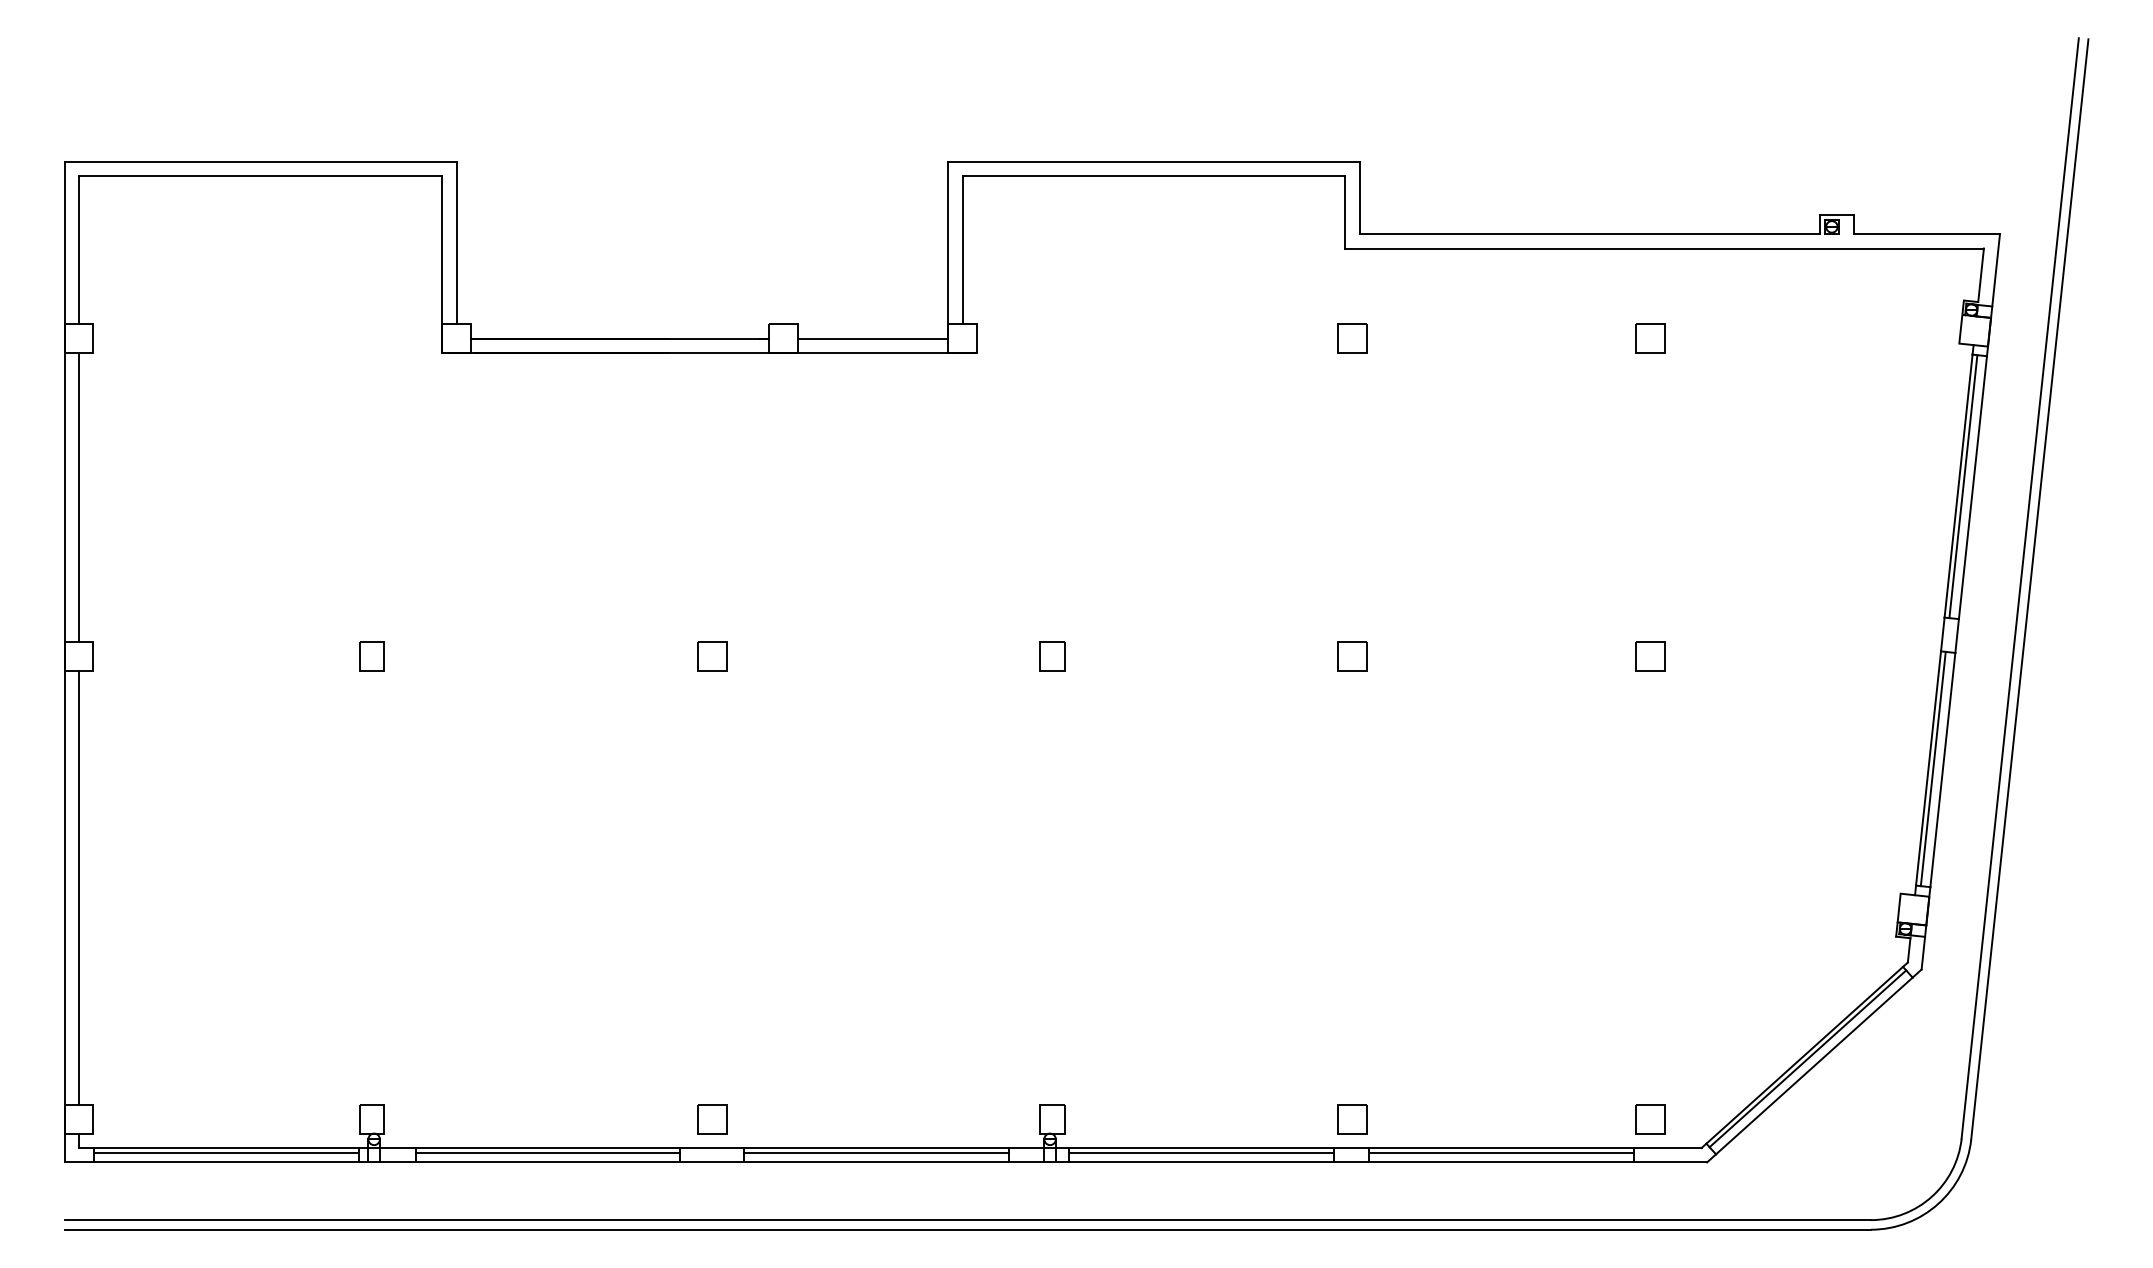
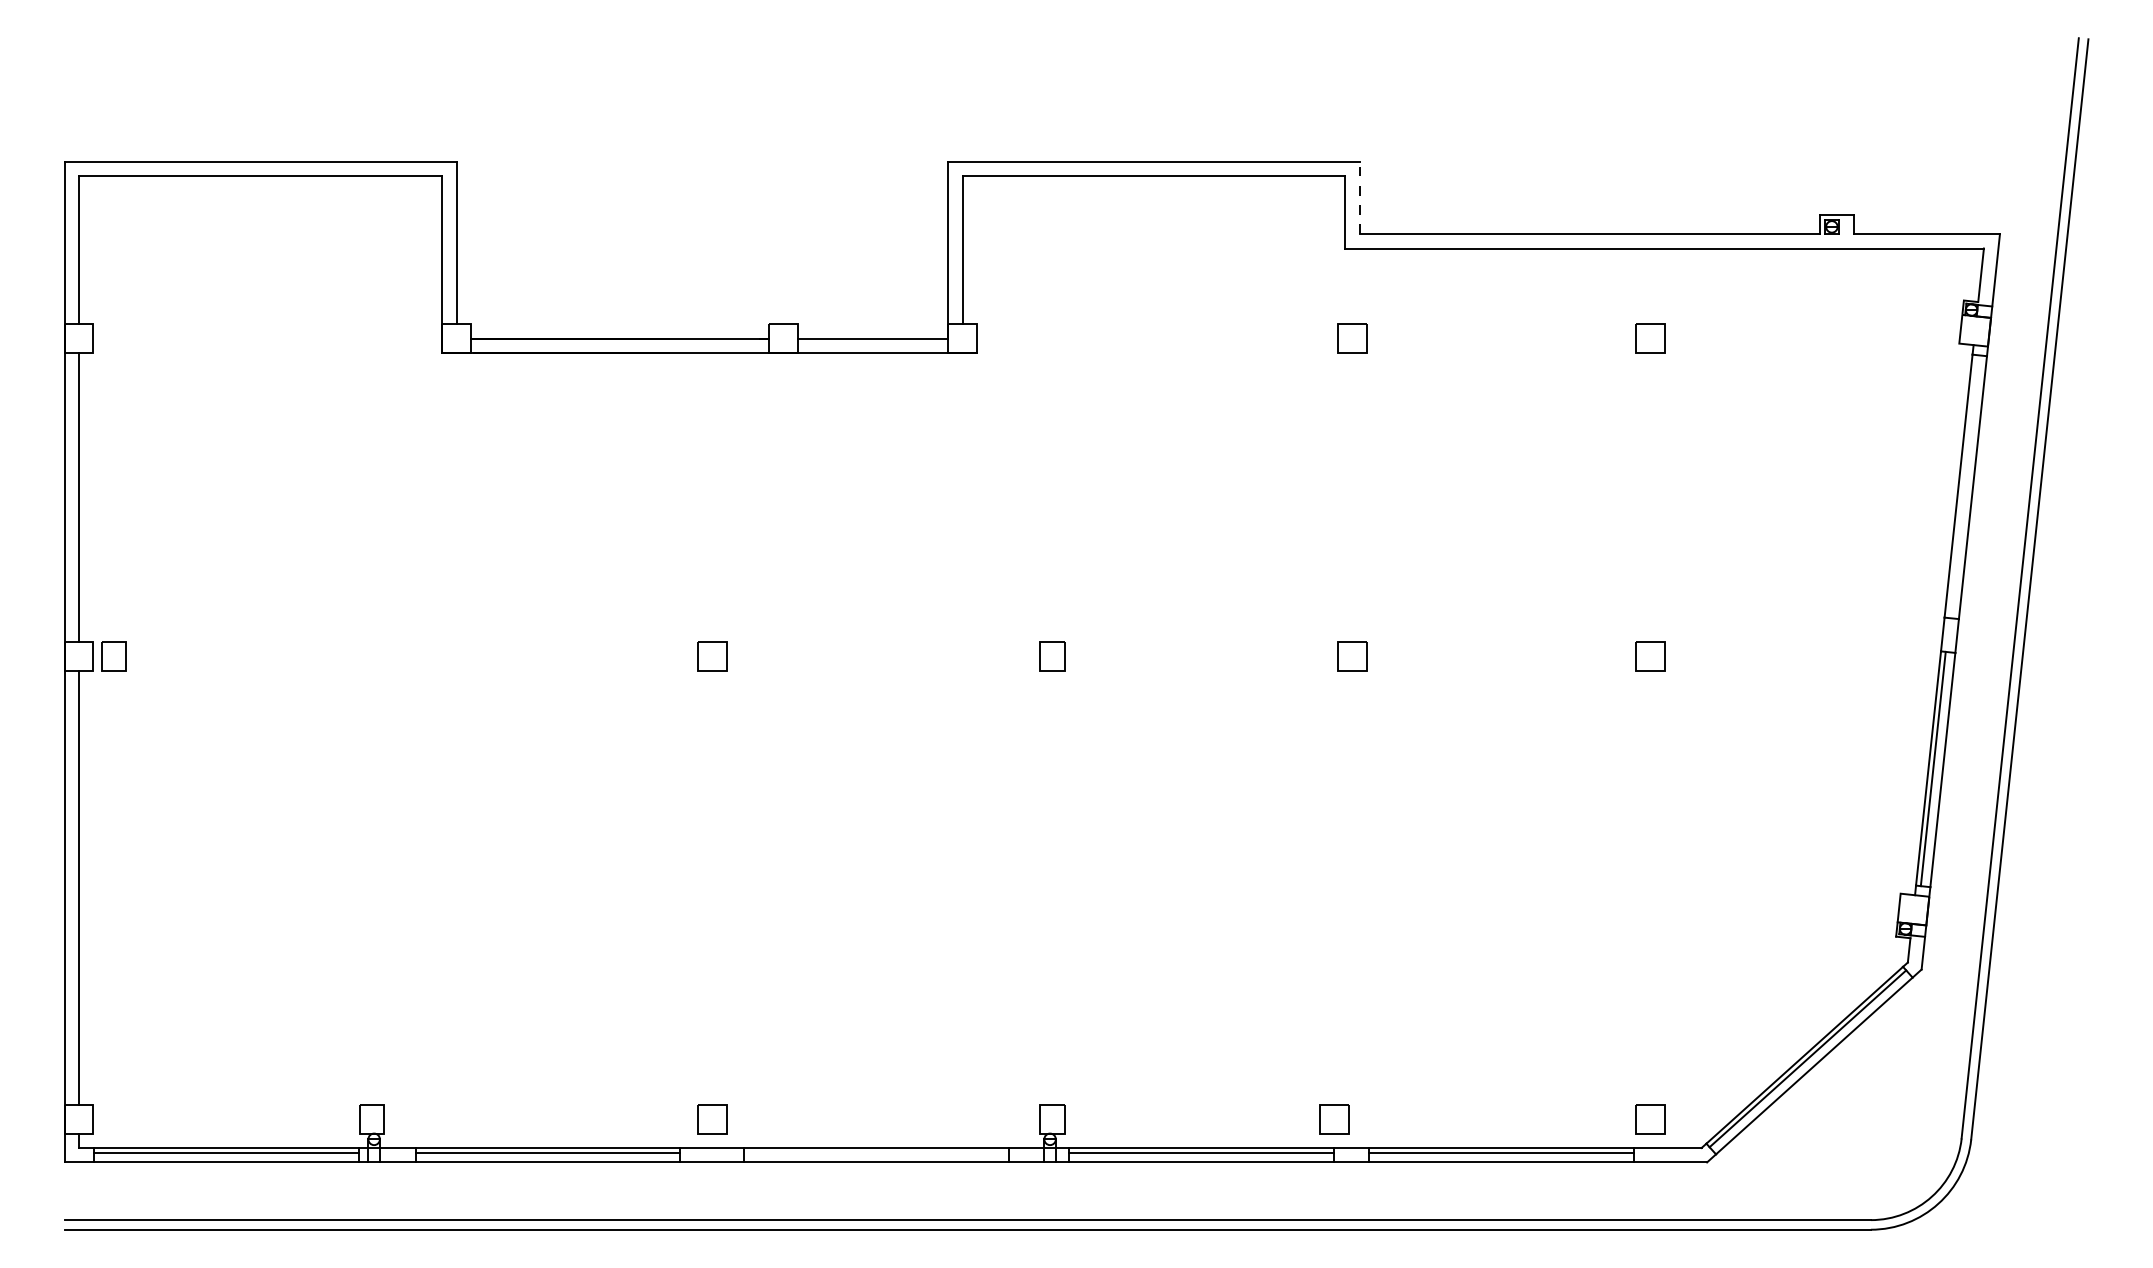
line at (1359, 197): solid -> dashed
line at (1963, 486): present -> none
part at (371, 656) position: (371, 656) -> (113, 656)
part at (1352, 1119) position: (1352, 1119) -> (1334, 1119)
line at (876, 1152): present -> none
